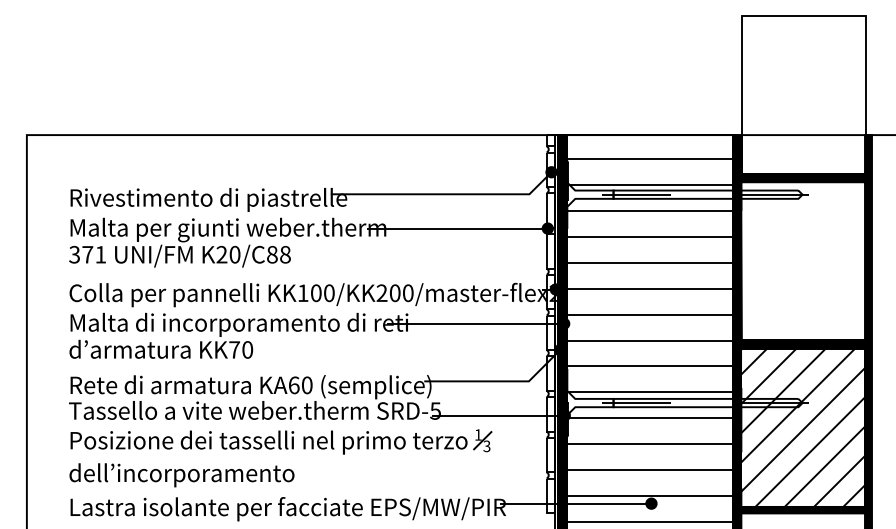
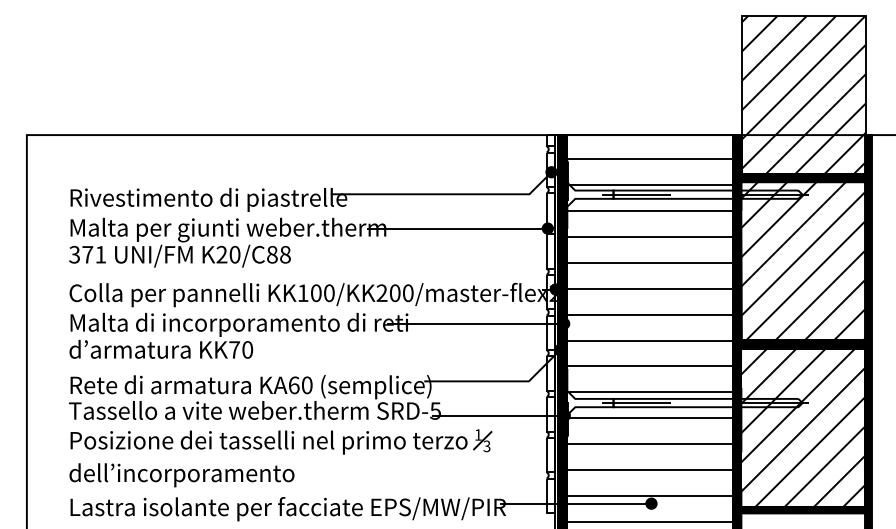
hatch at (803, 94): none -> present
hatch at (803, 261): none -> present
